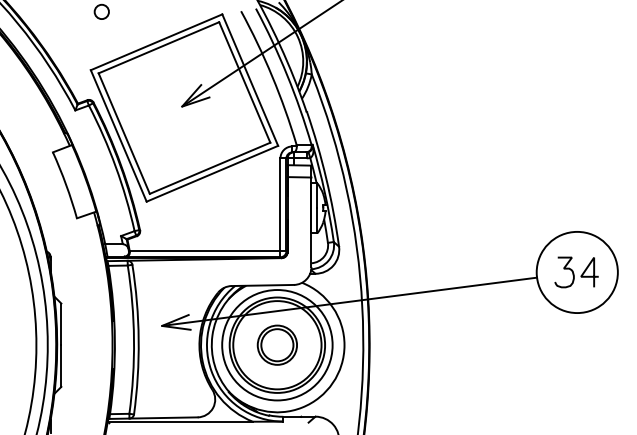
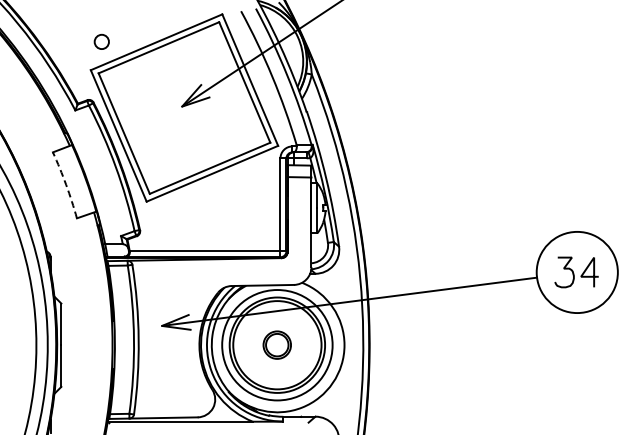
circle at (101, 11) position: (101, 11) -> (101, 41)
arc at (66, 184): solid -> dashed
part at (276, 344) size: 42x42 px -> 30x30 px
